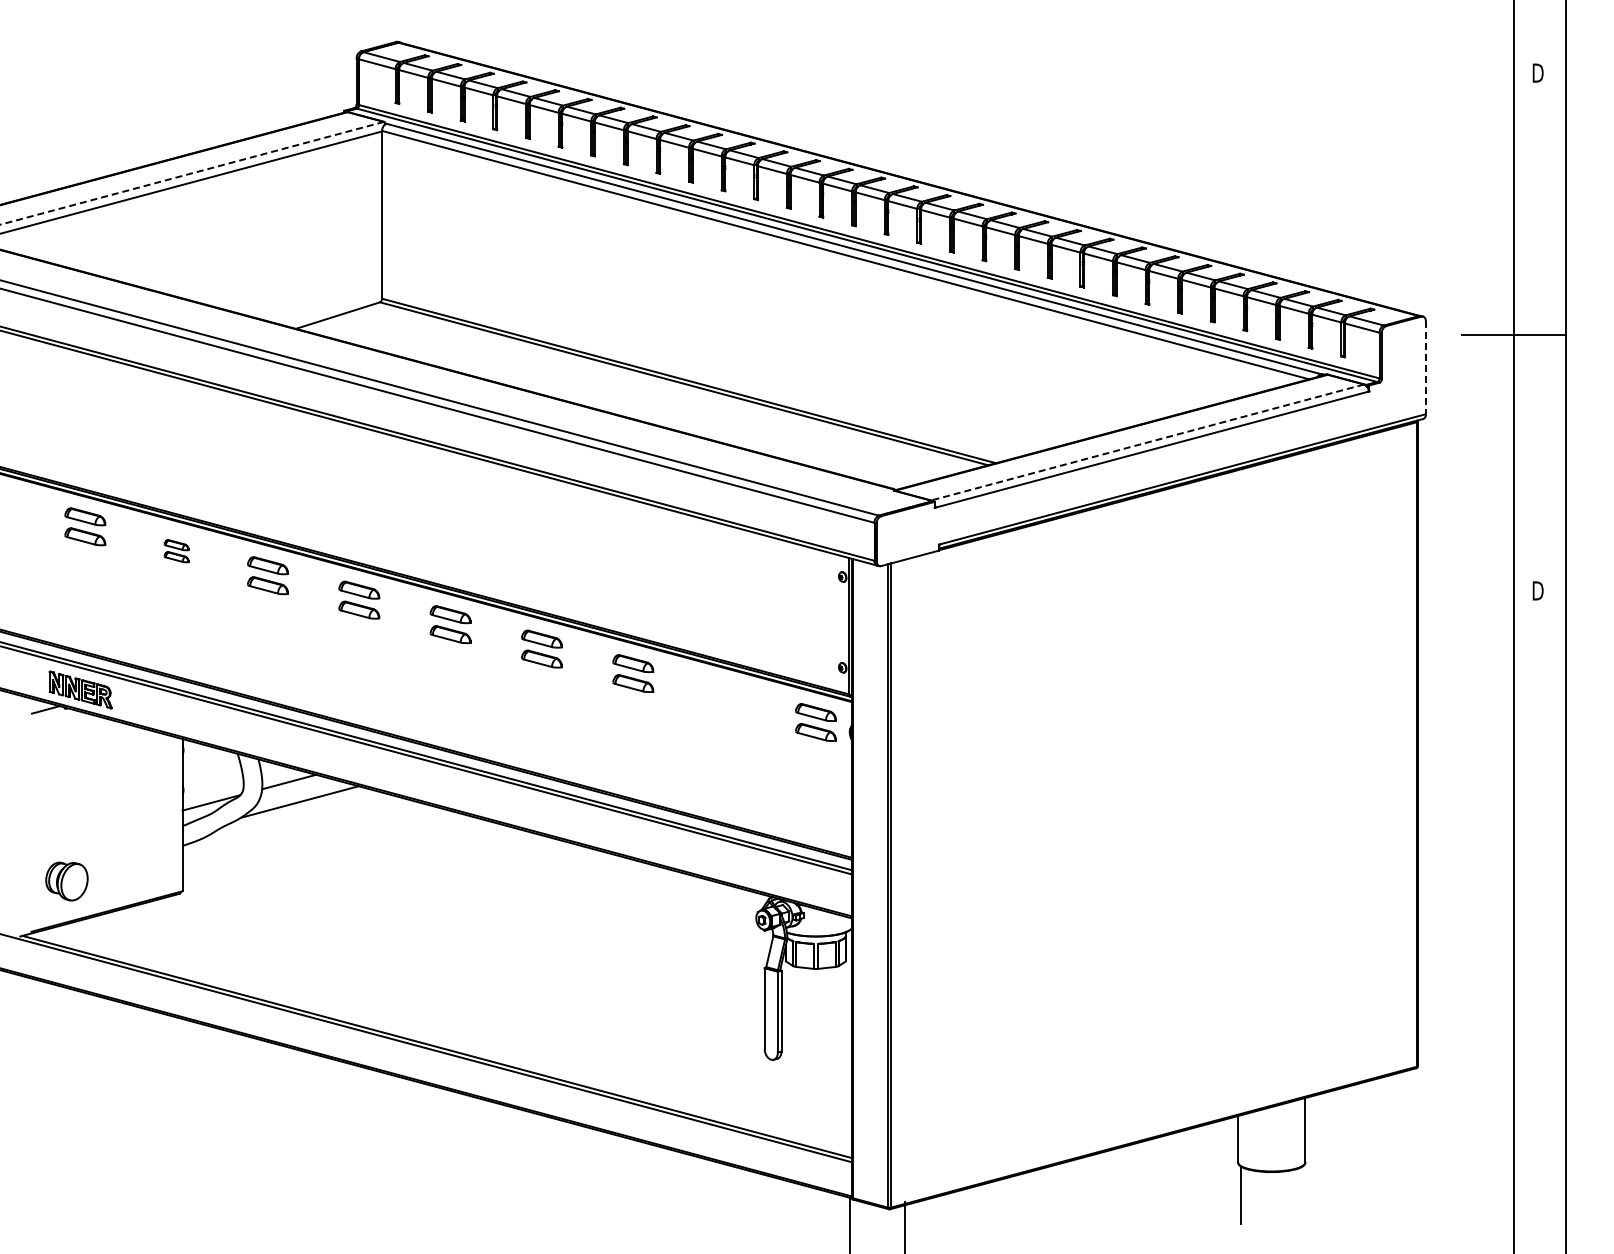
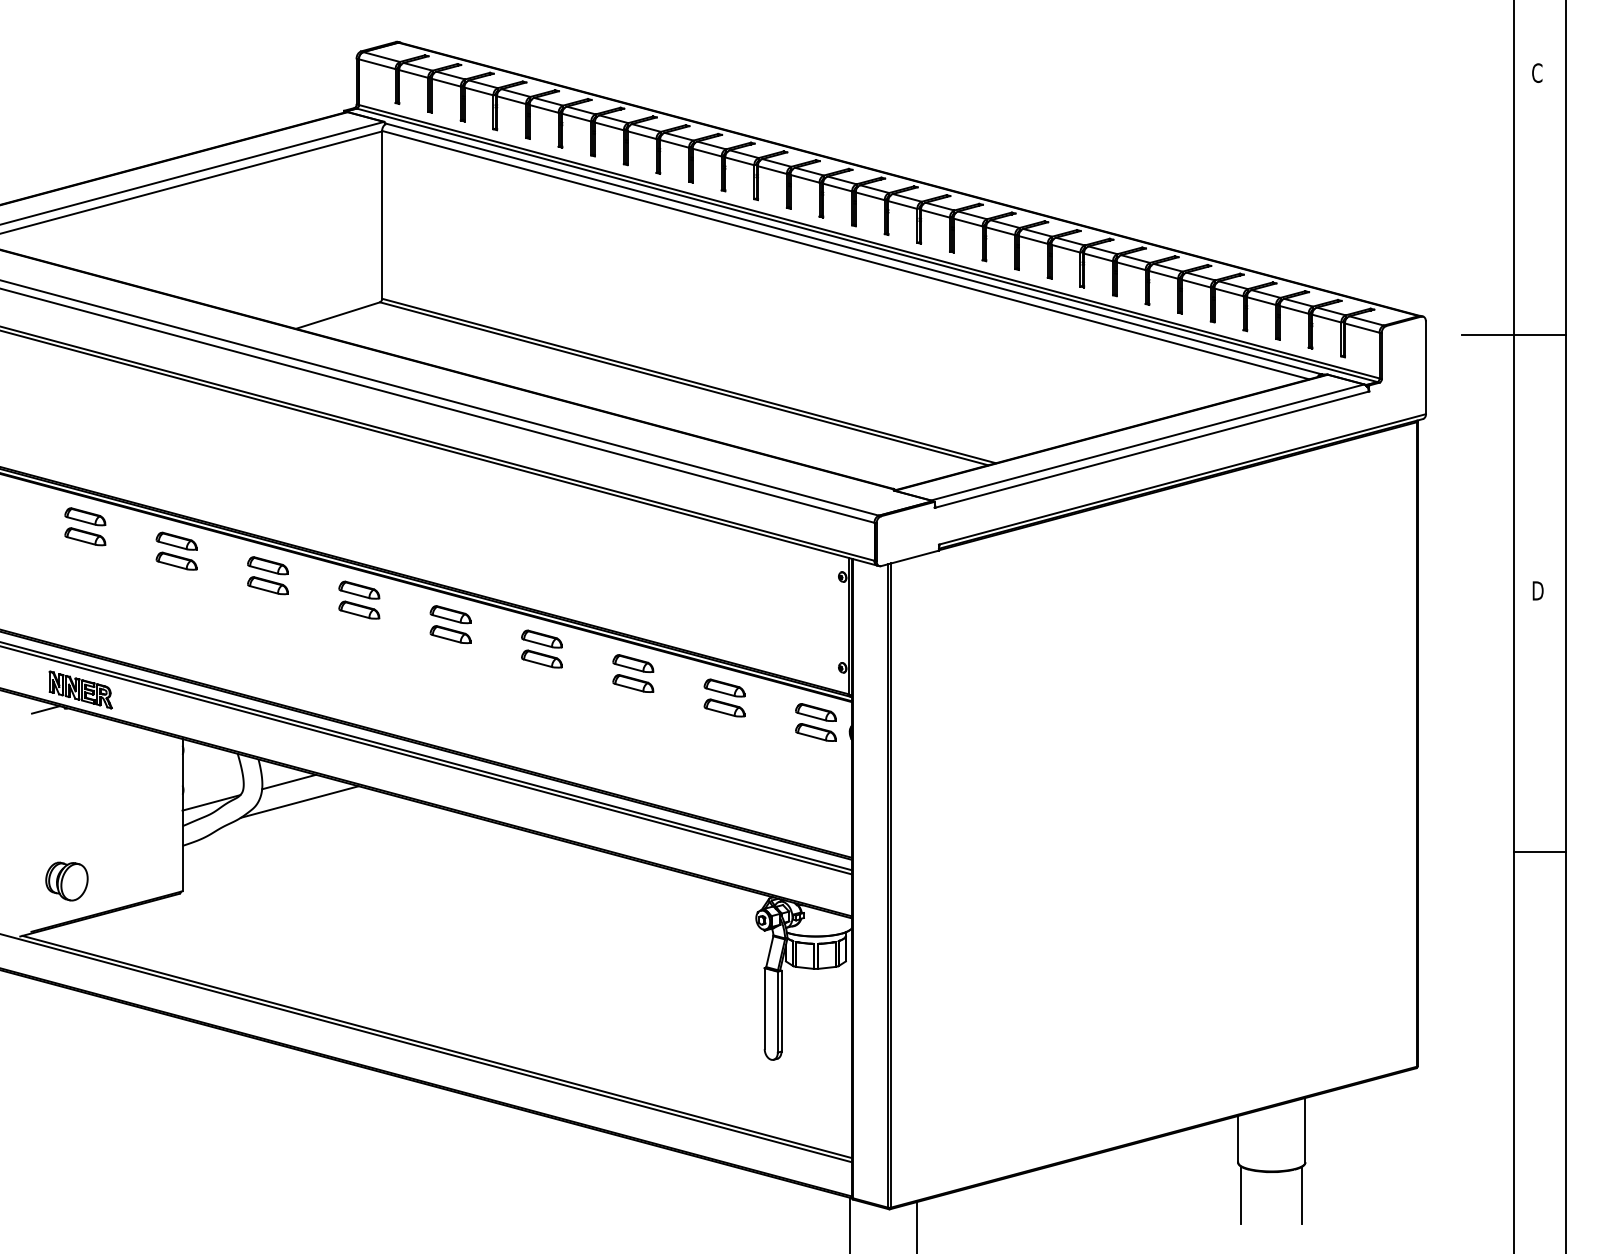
text at (1537, 72): D -> C
line at (192, 173): dashed -> solid
line at (1425, 368): dashed -> solid
line at (1147, 442): dashed -> solid
part at (176, 551) size: 27x25 px -> 43x40 px
part at (724, 697): none -> present
line at (1539, 852): none -> present
line at (1302, 1194): none -> present
line at (905, 1225) position: (905, 1225) -> (917, 1225)
